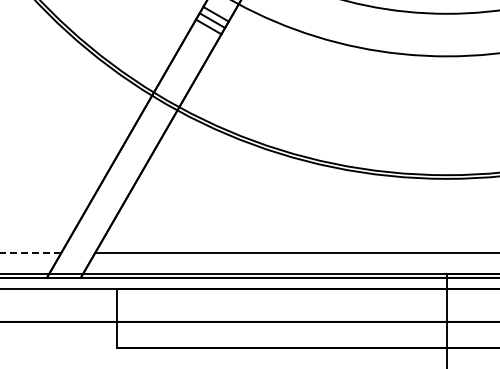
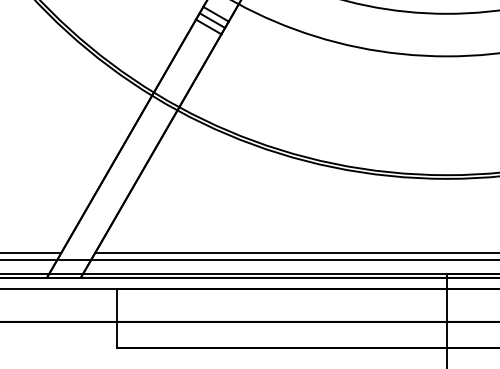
line at (30, 252): dashed -> solid
line at (249, 259): none -> present
